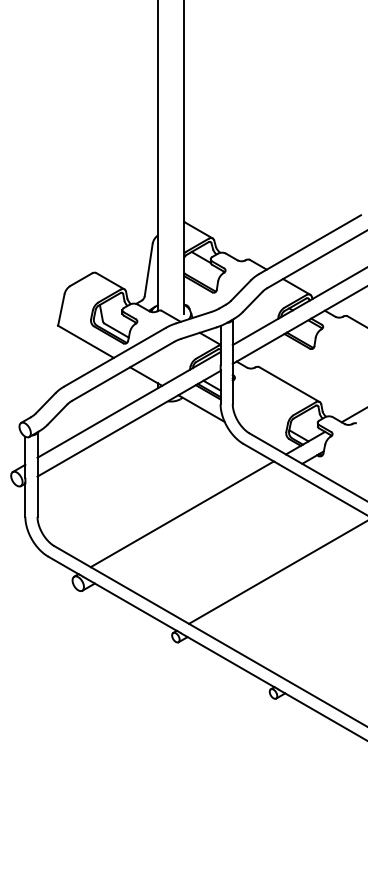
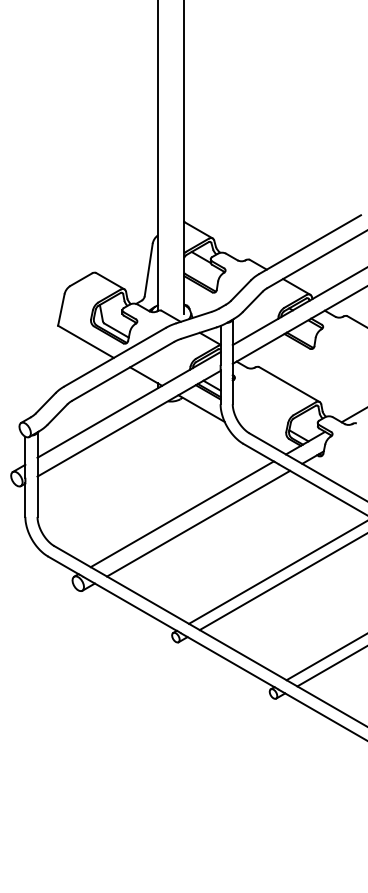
line at (198, 523): none -> present
line at (281, 582): none -> present
line at (325, 657): none -> present
line at (330, 666): none -> present
